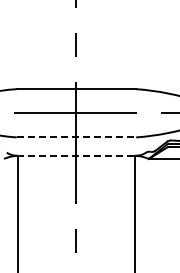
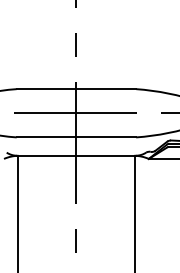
line at (76, 137): dashed -> solid
line at (76, 155): dashed -> solid
